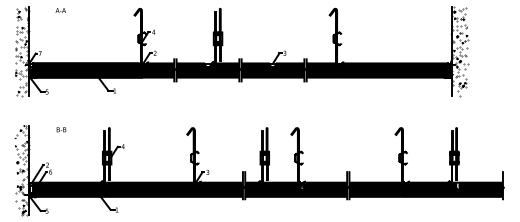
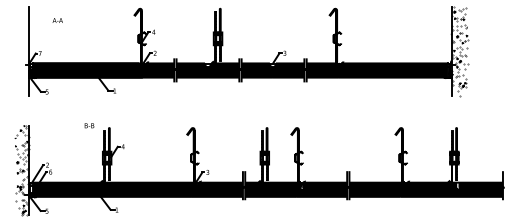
text at (60, 10) position: (60, 10) -> (57, 20)
hatch at (22, 51): present -> none
text at (61, 129) position: (61, 129) -> (89, 125)
